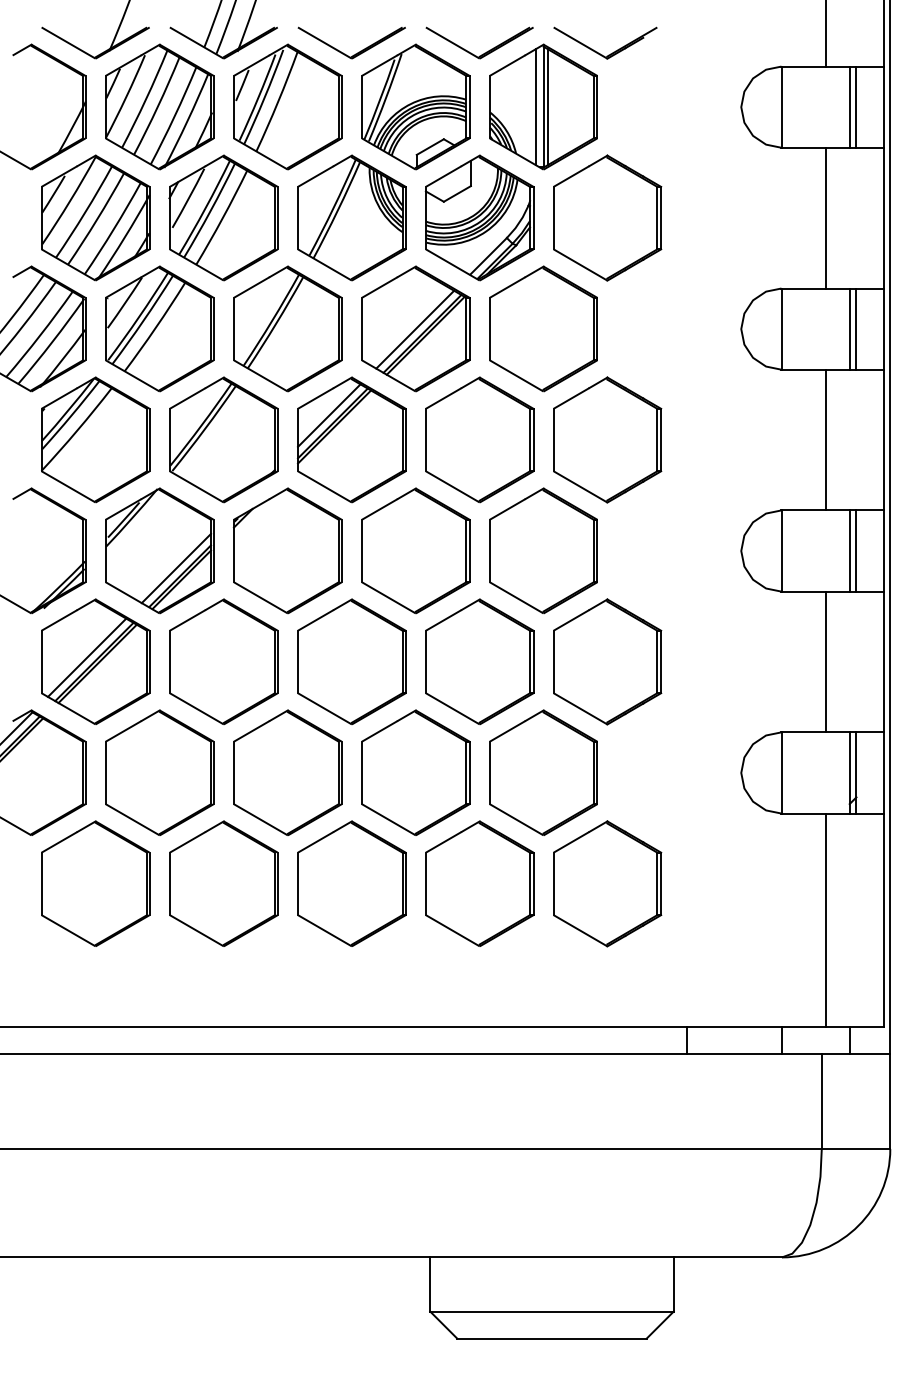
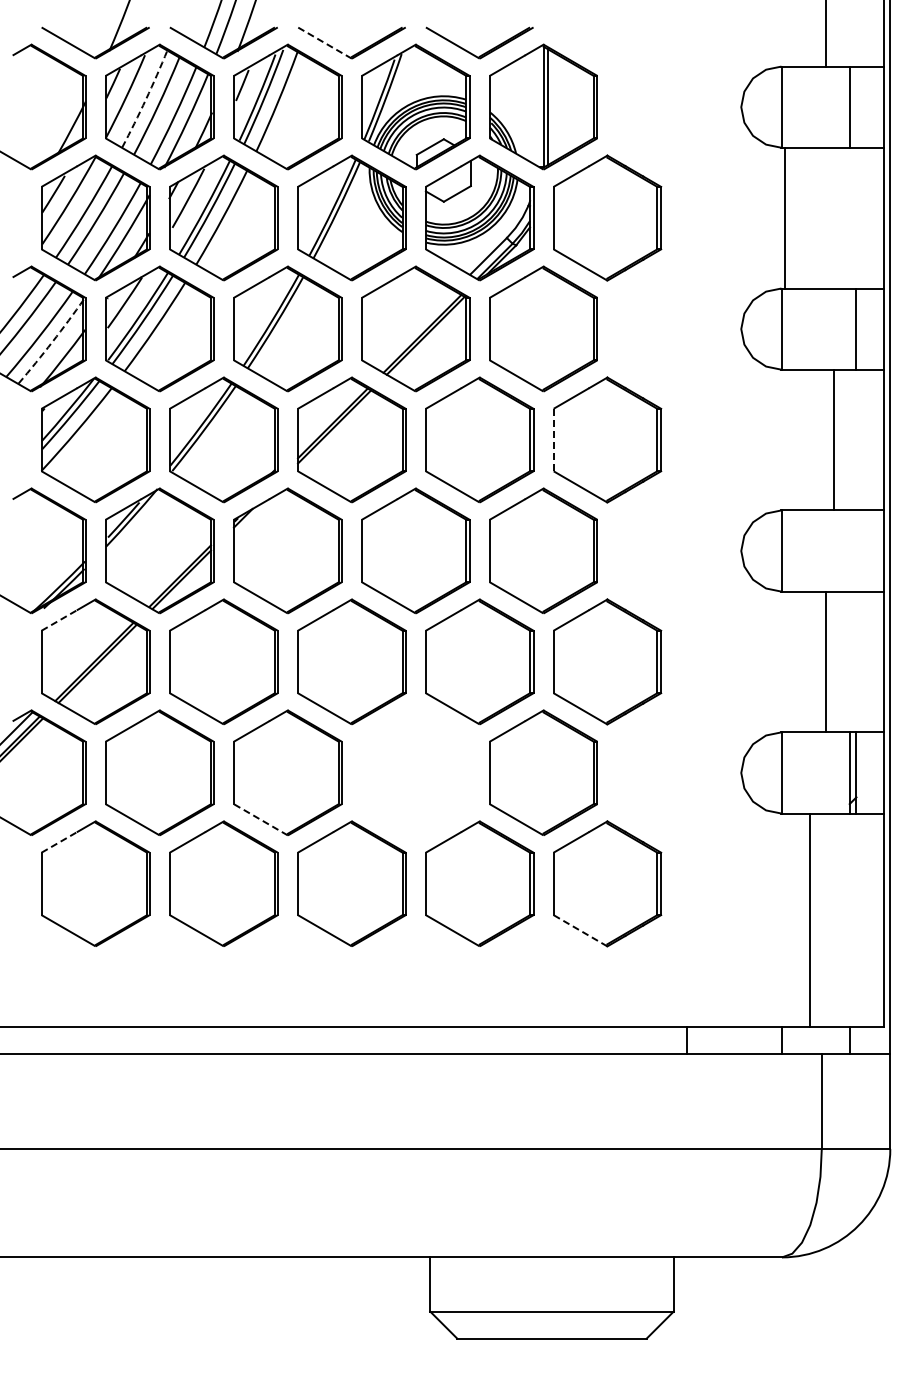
line at (324, 42): solid -> dashed
part at (597, 51): present -> none
arc at (146, 99): solid -> dashed
line at (856, 106): present -> none
line at (536, 107): present -> none
line at (826, 217) position: (826, 217) -> (785, 217)
line at (849, 328): present -> none
line at (415, 329): present -> none
arc at (52, 341): solid -> dashed
line at (329, 415): present -> none
line at (553, 439): solid -> dashed
line at (826, 439) position: (826, 439) -> (834, 439)
line at (849, 550): present -> none
line at (856, 550): present -> none
line at (176, 568): present -> none
line at (59, 620): solid -> dashed
line at (87, 657): present -> none
part at (415, 772): present -> none
line at (260, 819): solid -> dashed
line at (59, 842): solid -> dashed
line at (826, 920) position: (826, 920) -> (810, 920)
line at (580, 930): solid -> dashed
